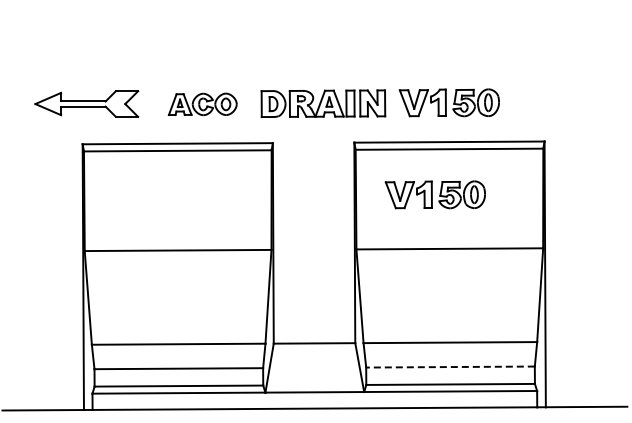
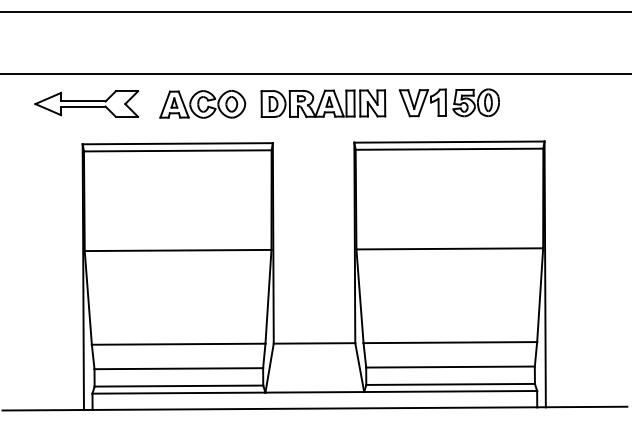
line at (315, 12): none -> present
line at (315, 74): none -> present
part at (202, 104) size: 71x25 px -> 88x29 px
part at (434, 194): present -> none
line at (450, 367): dashed -> solid
